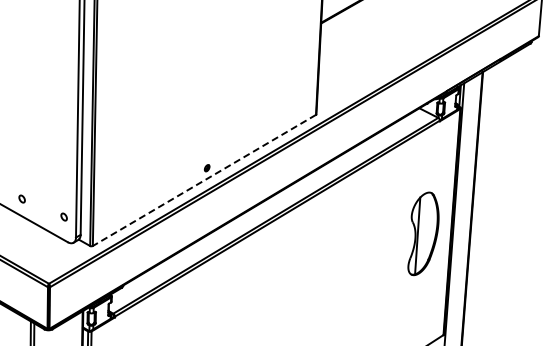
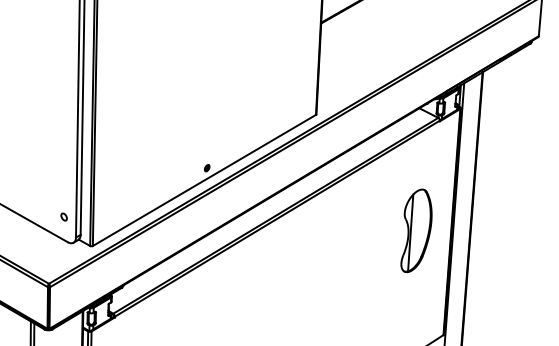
line at (204, 180): dashed -> solid
part at (21, 198): present -> none
part at (423, 233) position: (423, 233) -> (416, 230)
